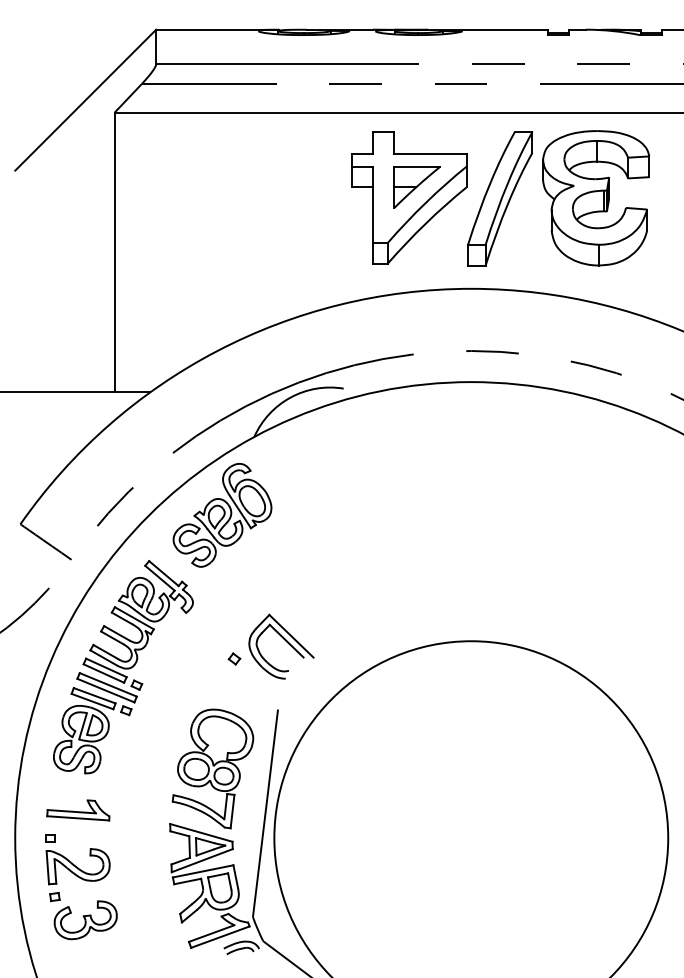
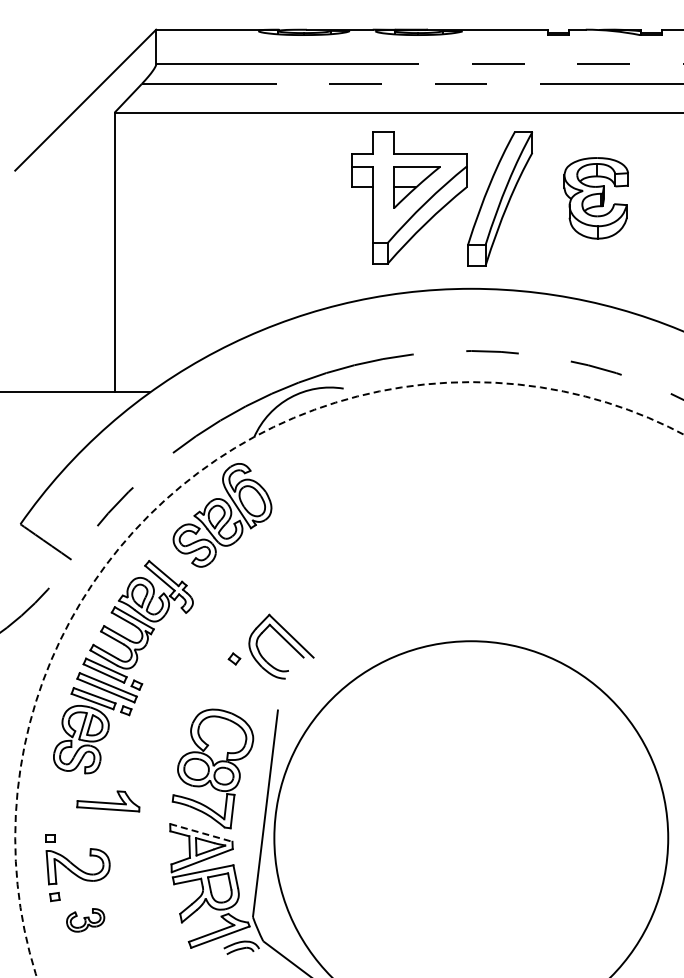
part at (596, 198) size: 109x137 px -> 66x83 px
circle at (349, 679): solid -> dashed
part at (78, 810) position: (78, 810) -> (108, 801)
line at (201, 833): solid -> dashed
part at (85, 920) size: 65x41 px -> 40x25 px
